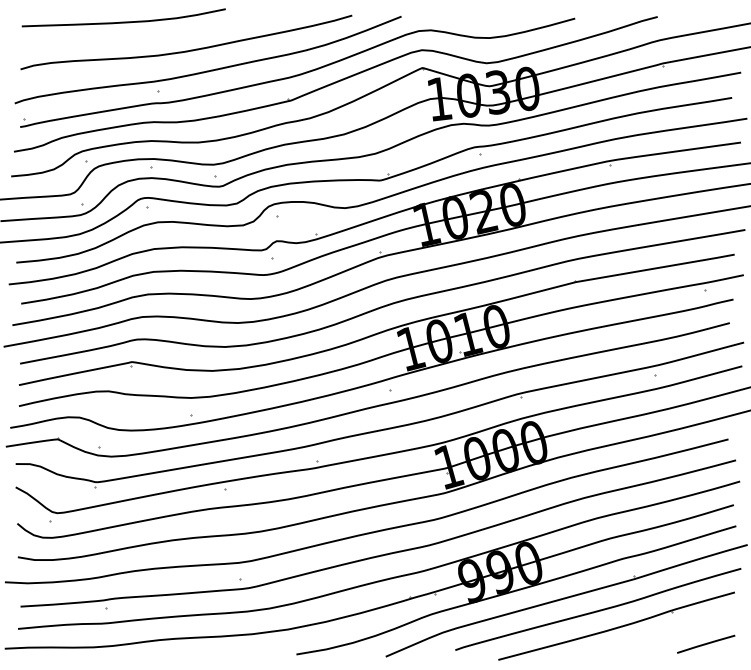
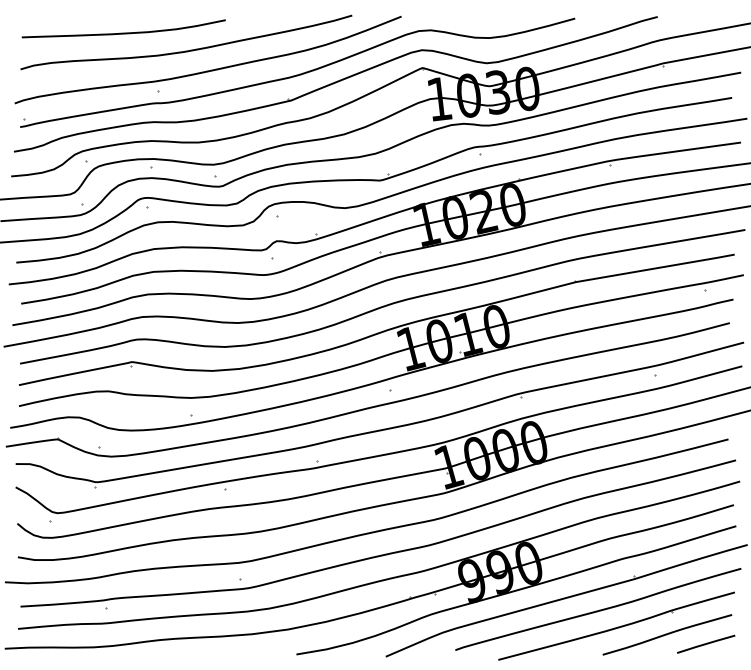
curve at (123, 21) position: (123, 21) -> (123, 32)
curve at (667, 634): none -> present
